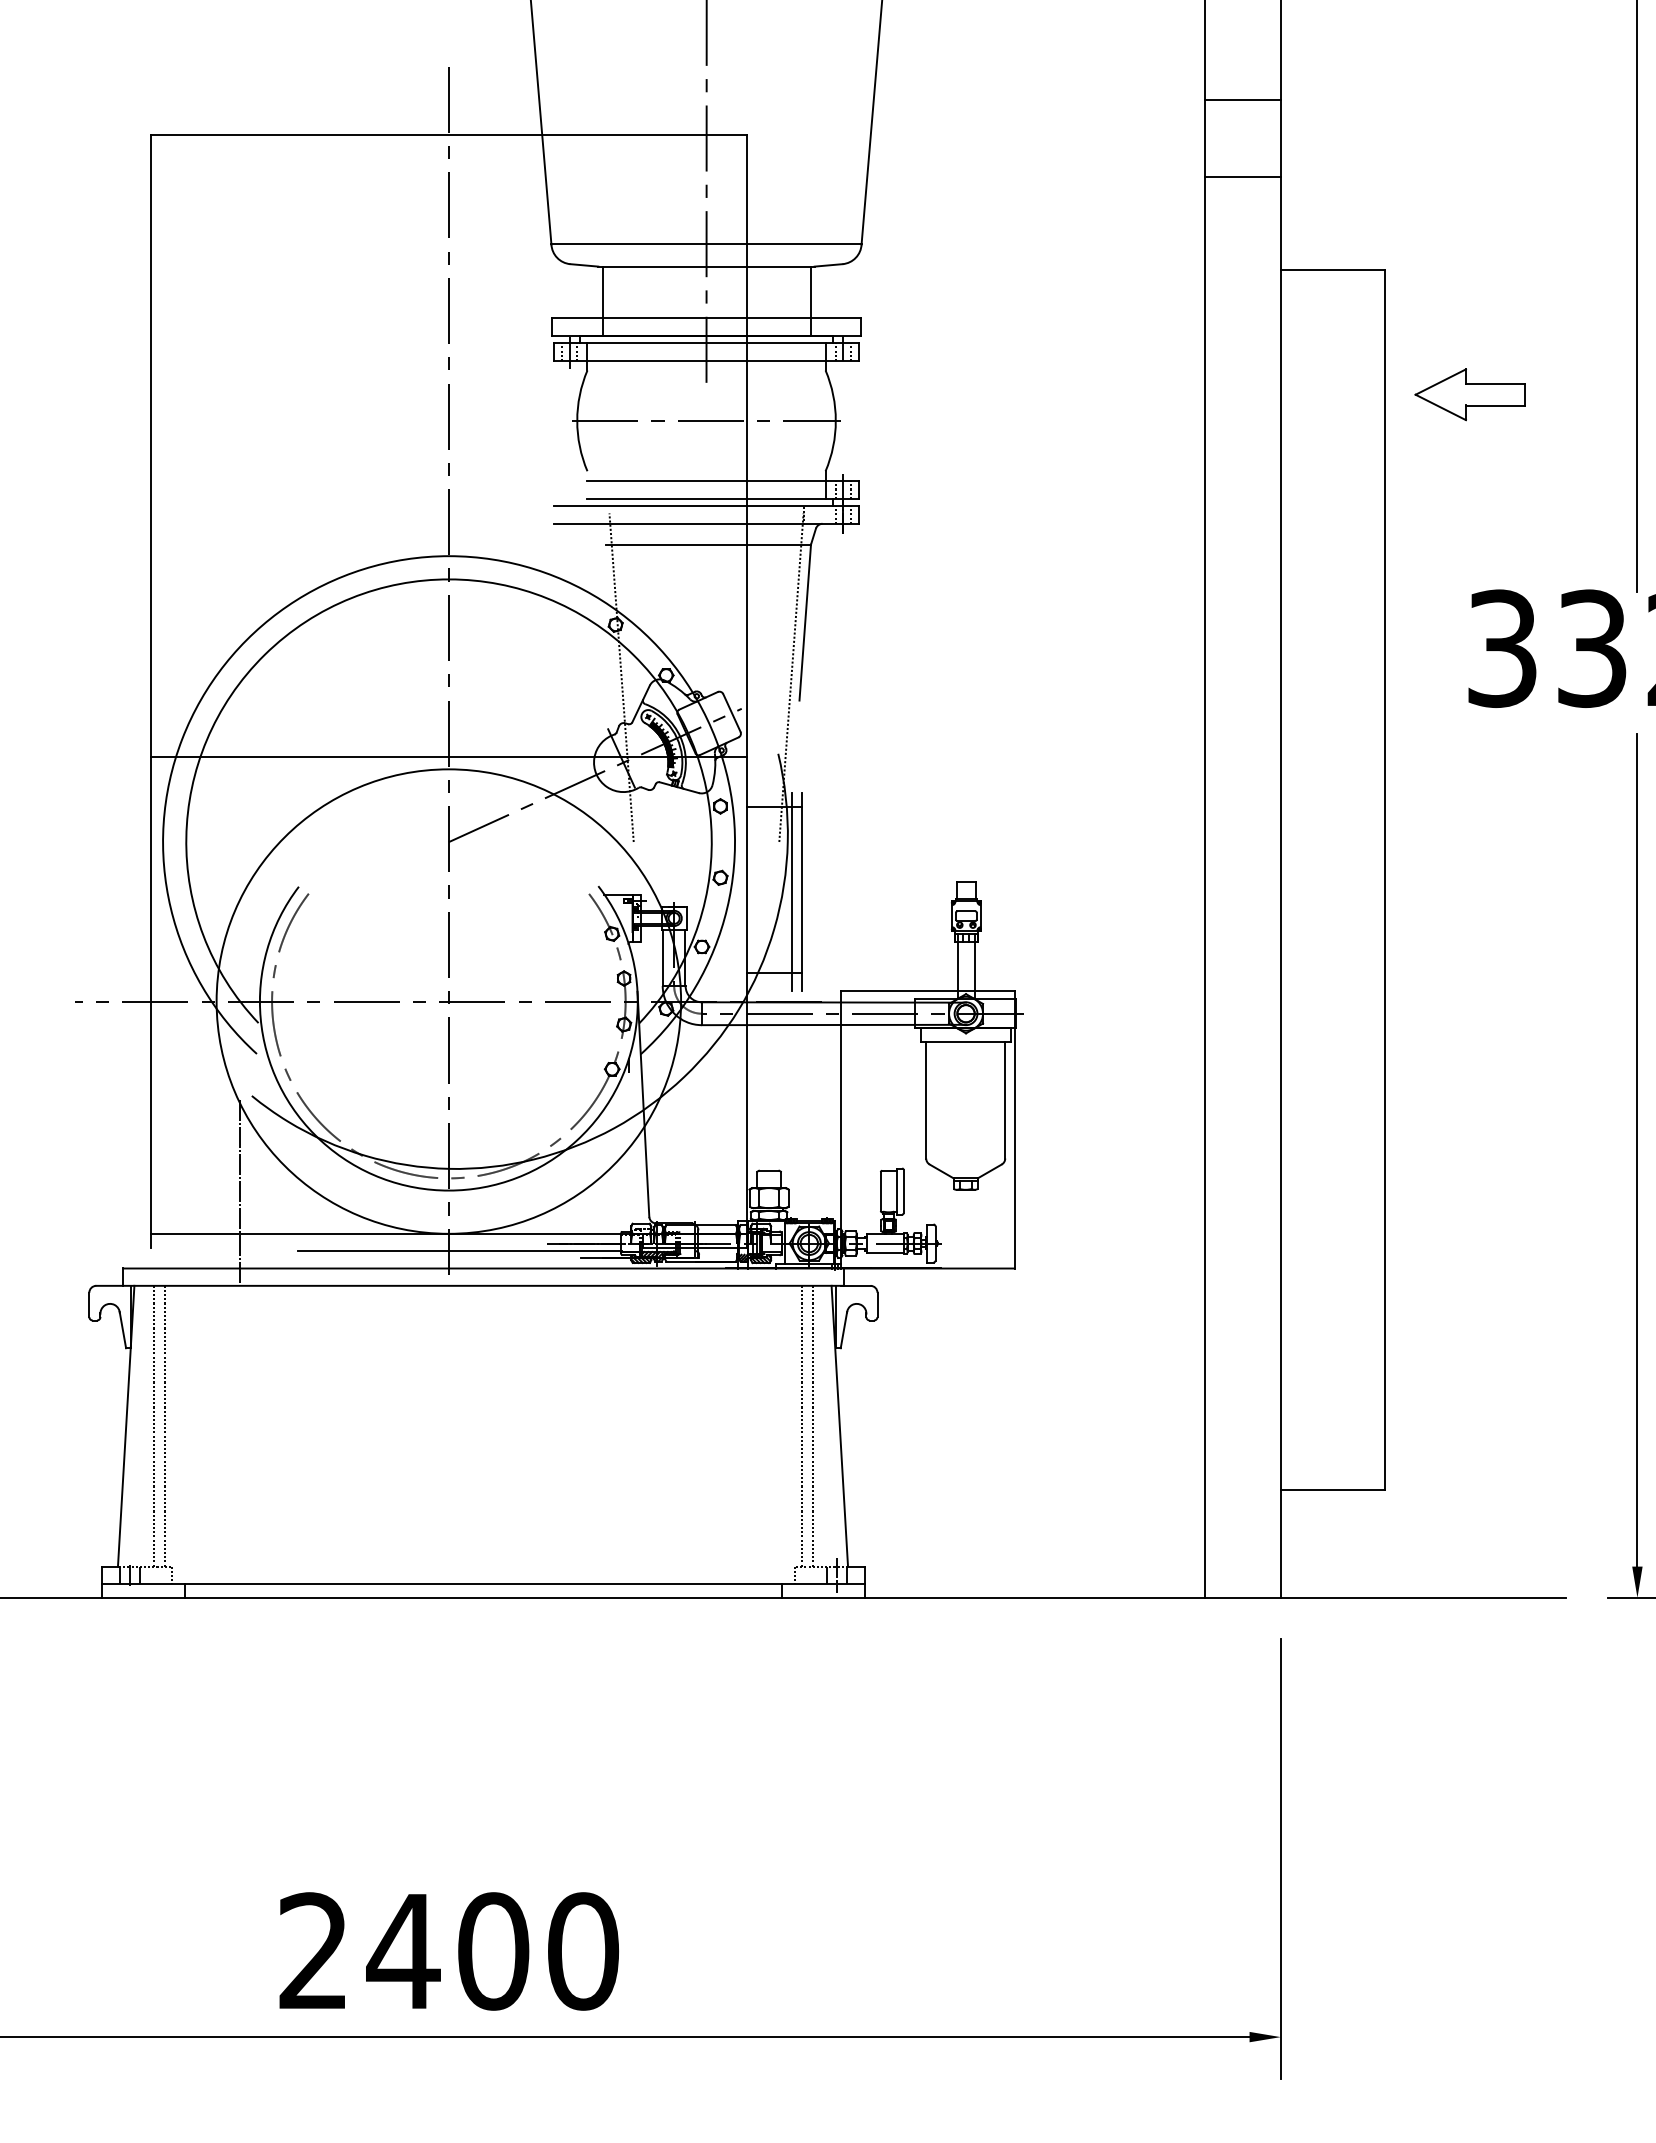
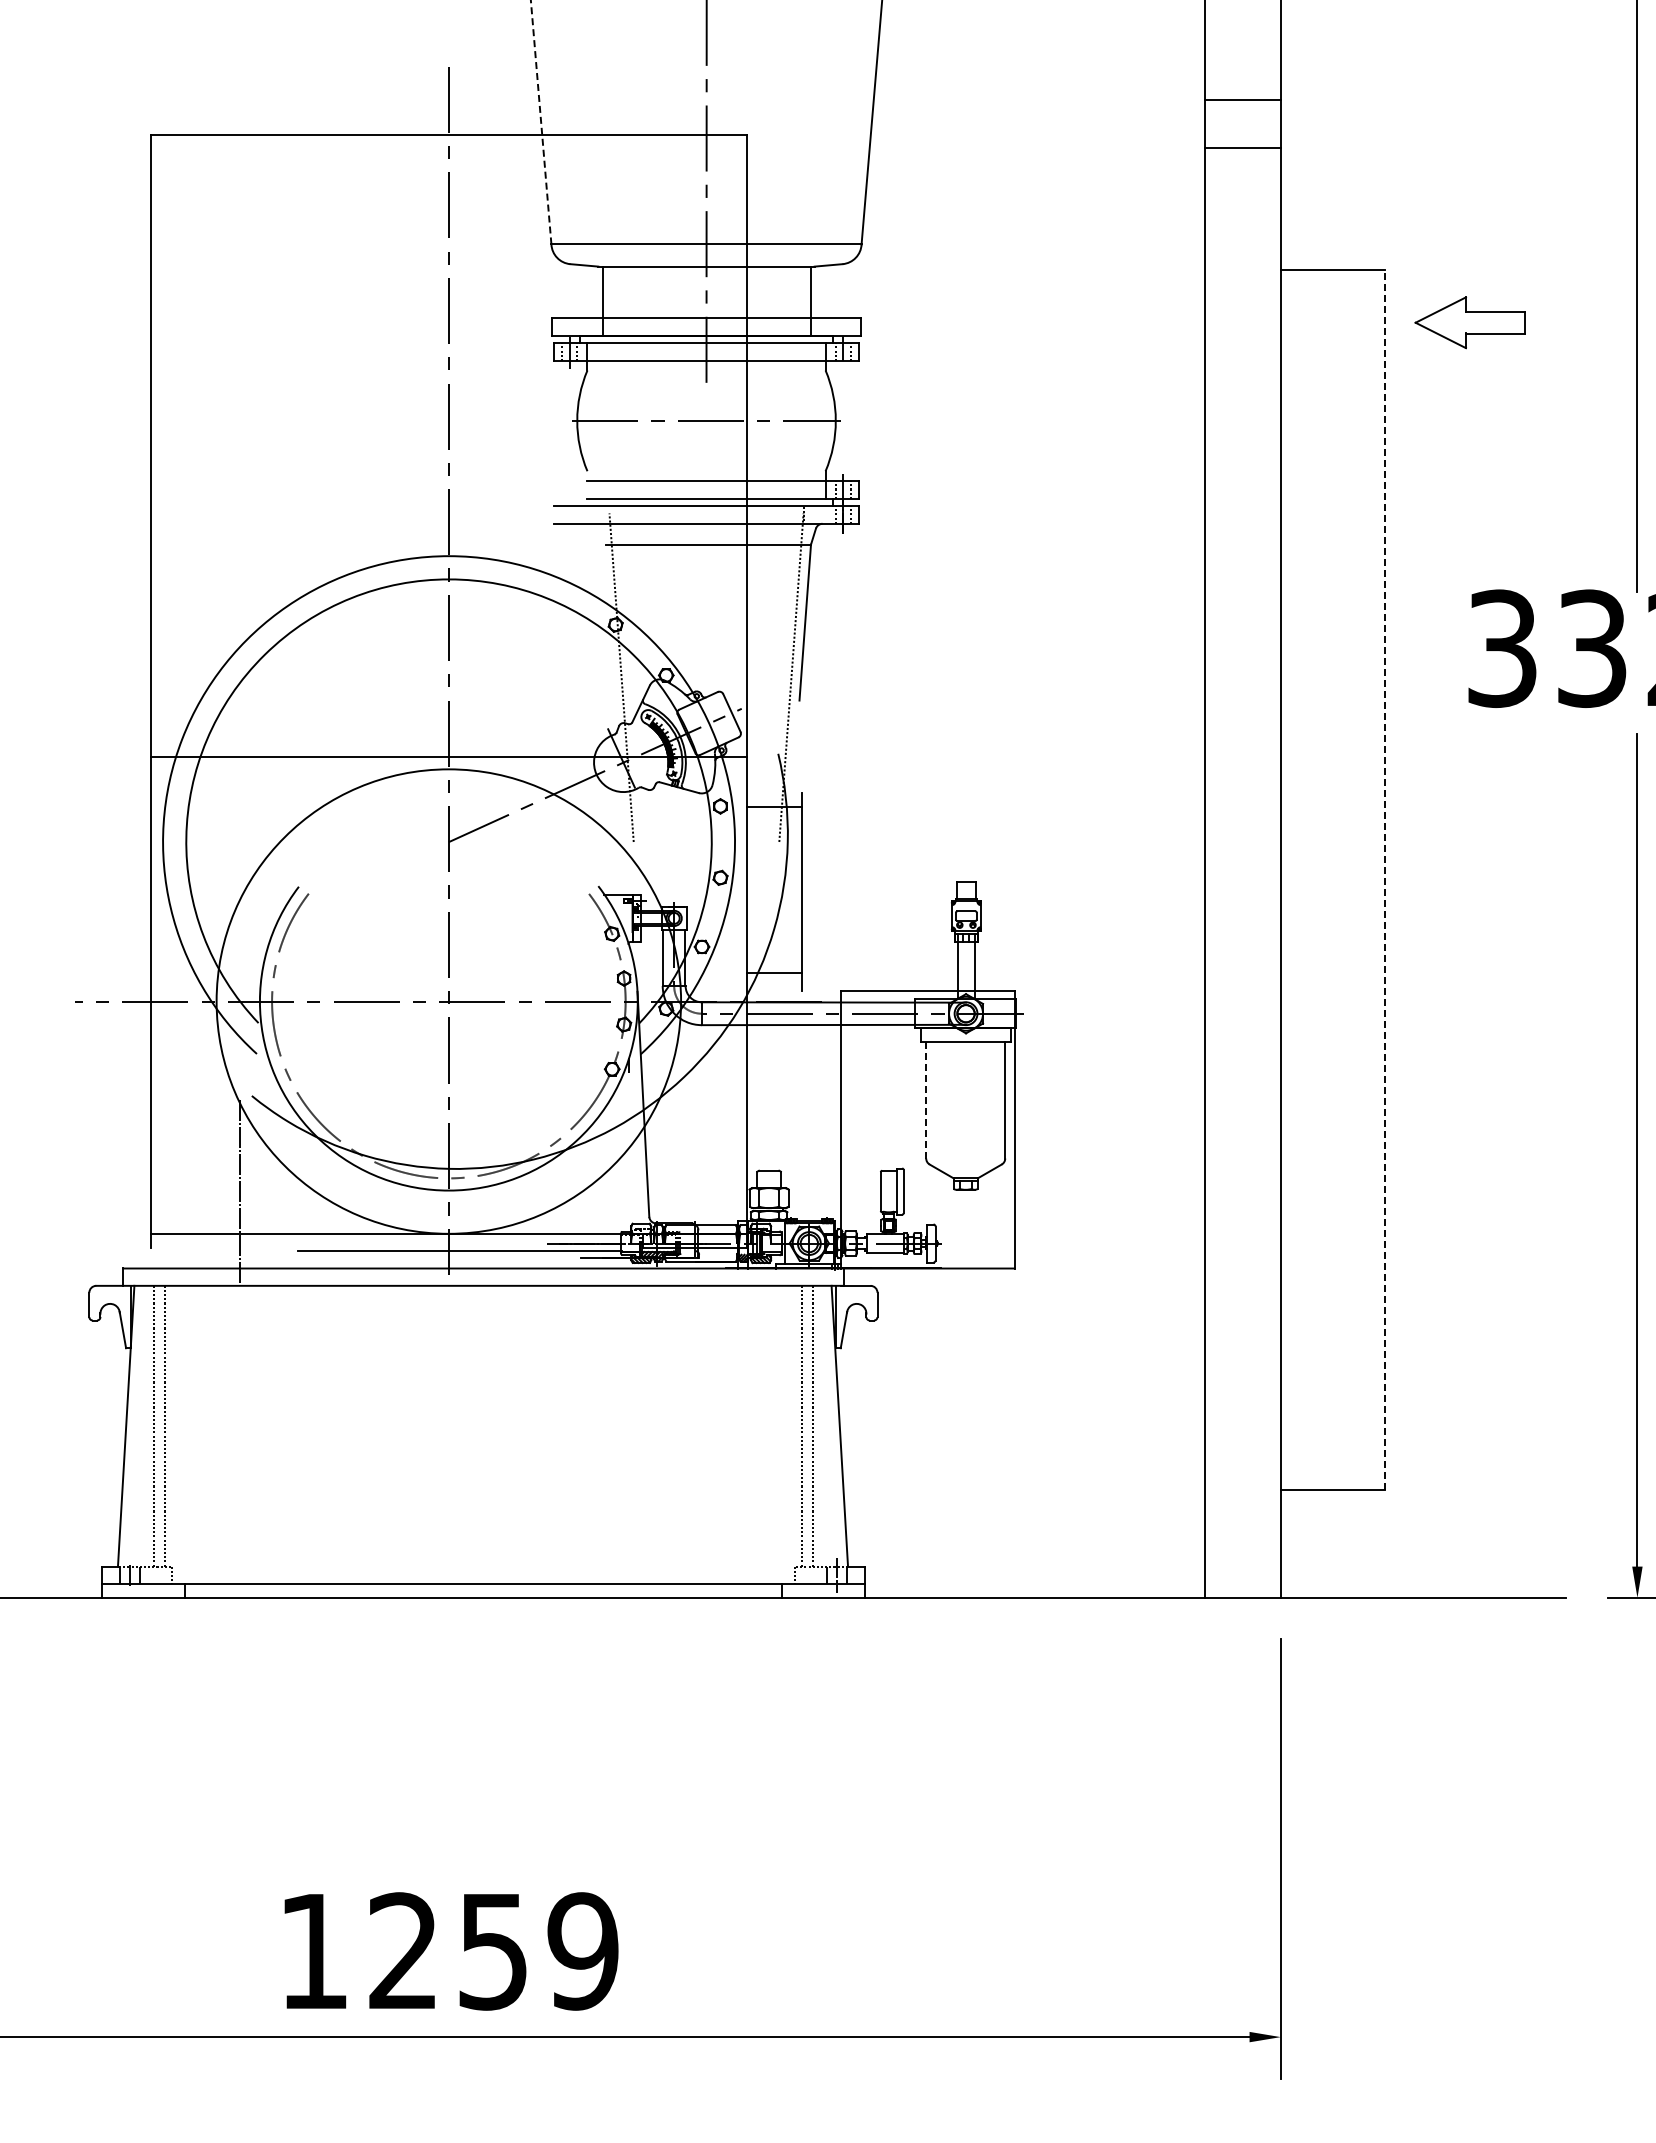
line at (541, 122): solid -> dashed
line at (1242, 176) position: (1242, 176) -> (1242, 147)
part at (1469, 394) position: (1469, 394) -> (1469, 322)
line at (1384, 879): solid -> dashed
line at (792, 891): present -> none
line at (926, 1099): solid -> dashed
text at (449, 1951): 2400 -> 1259
